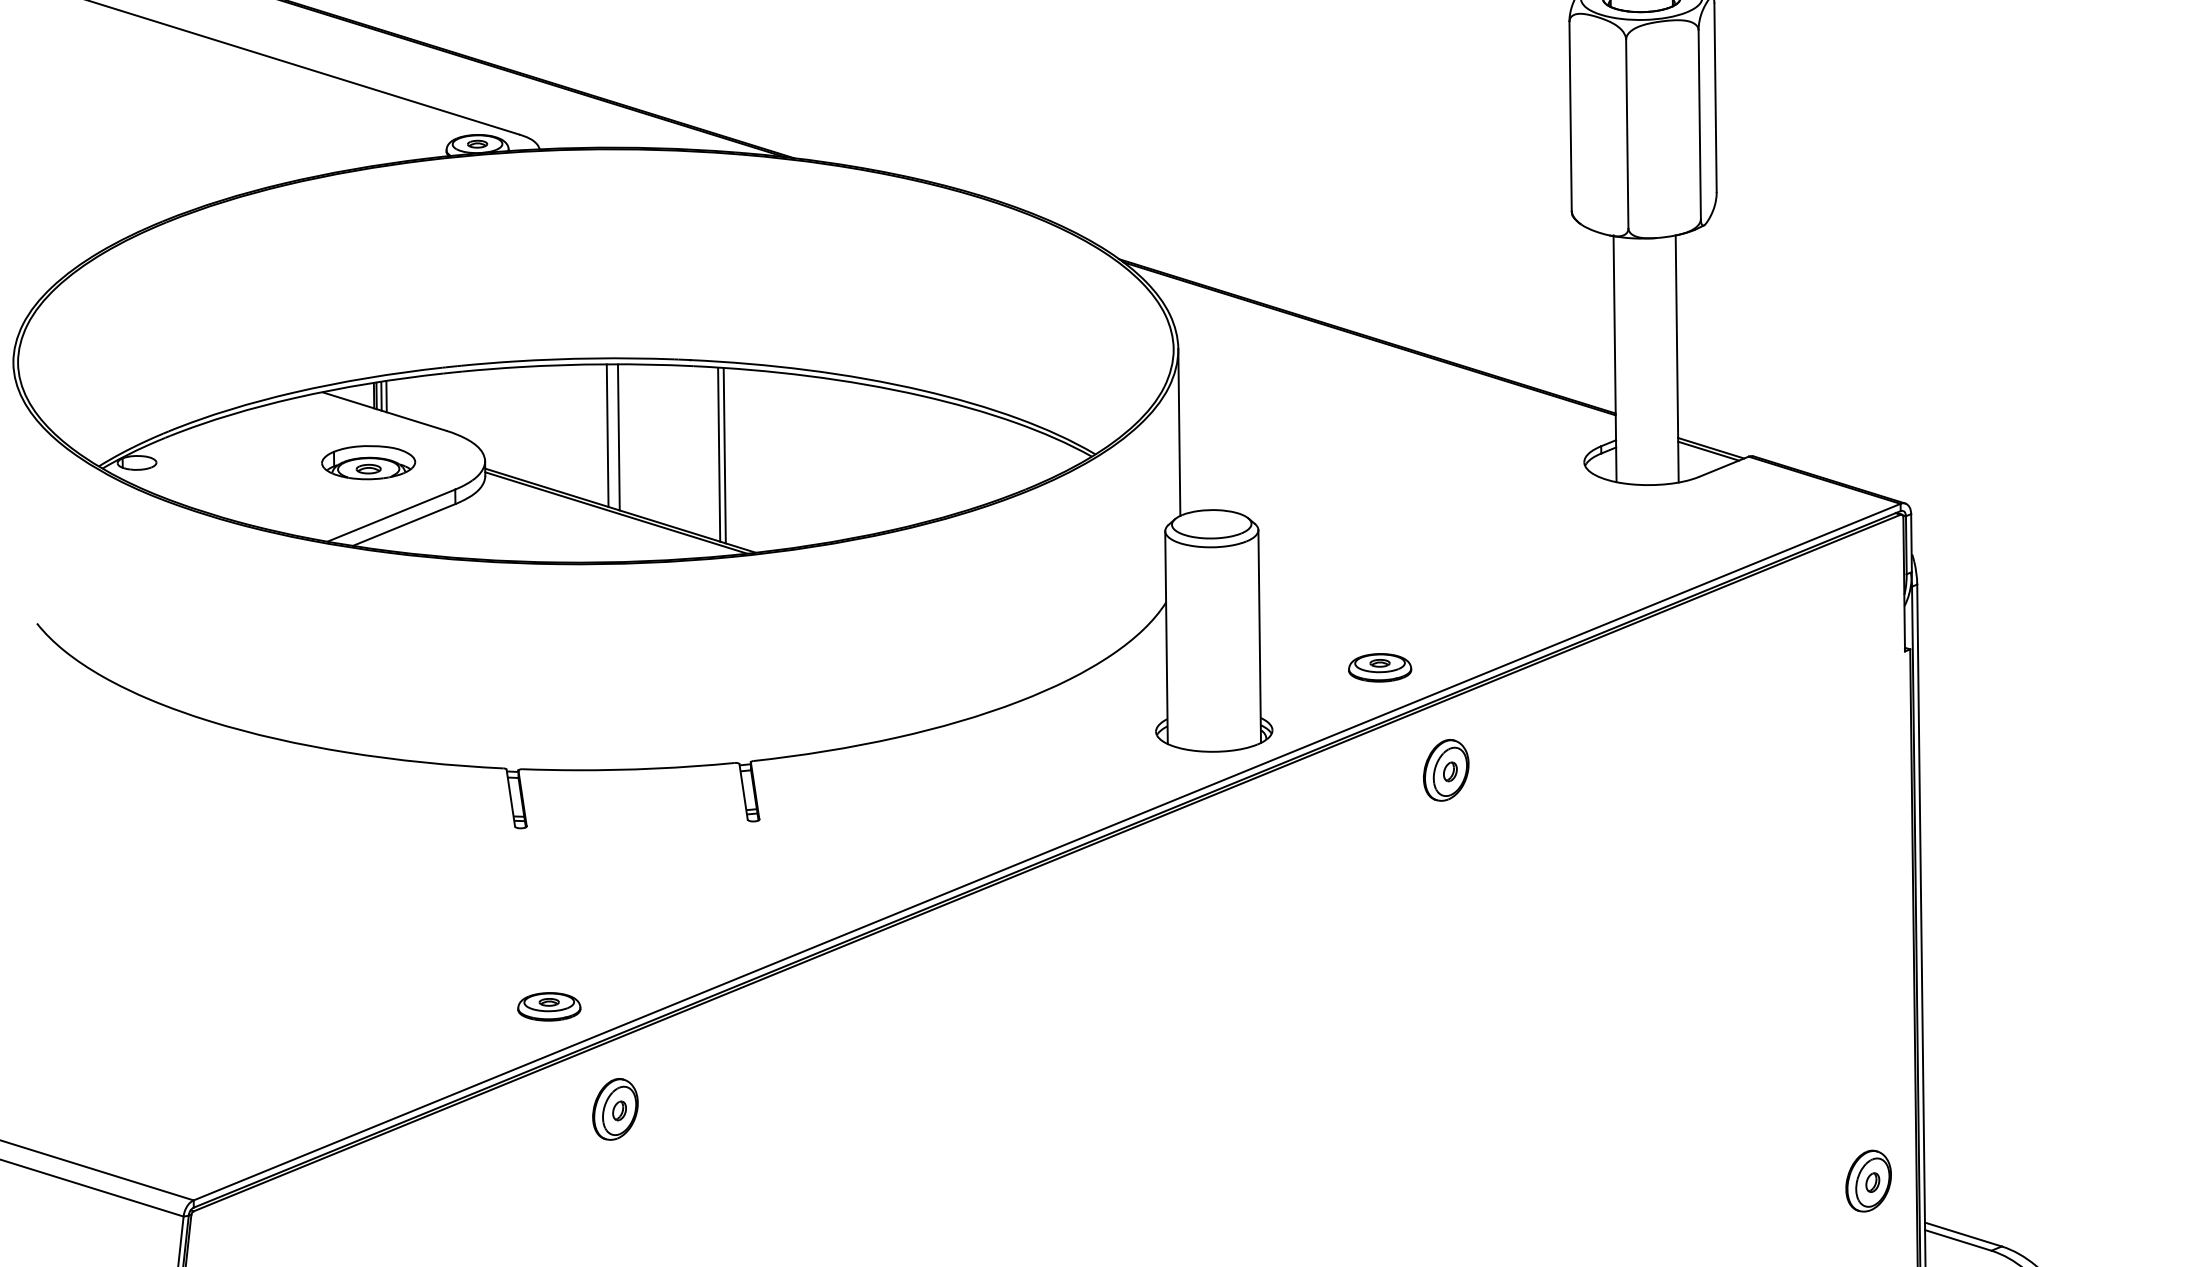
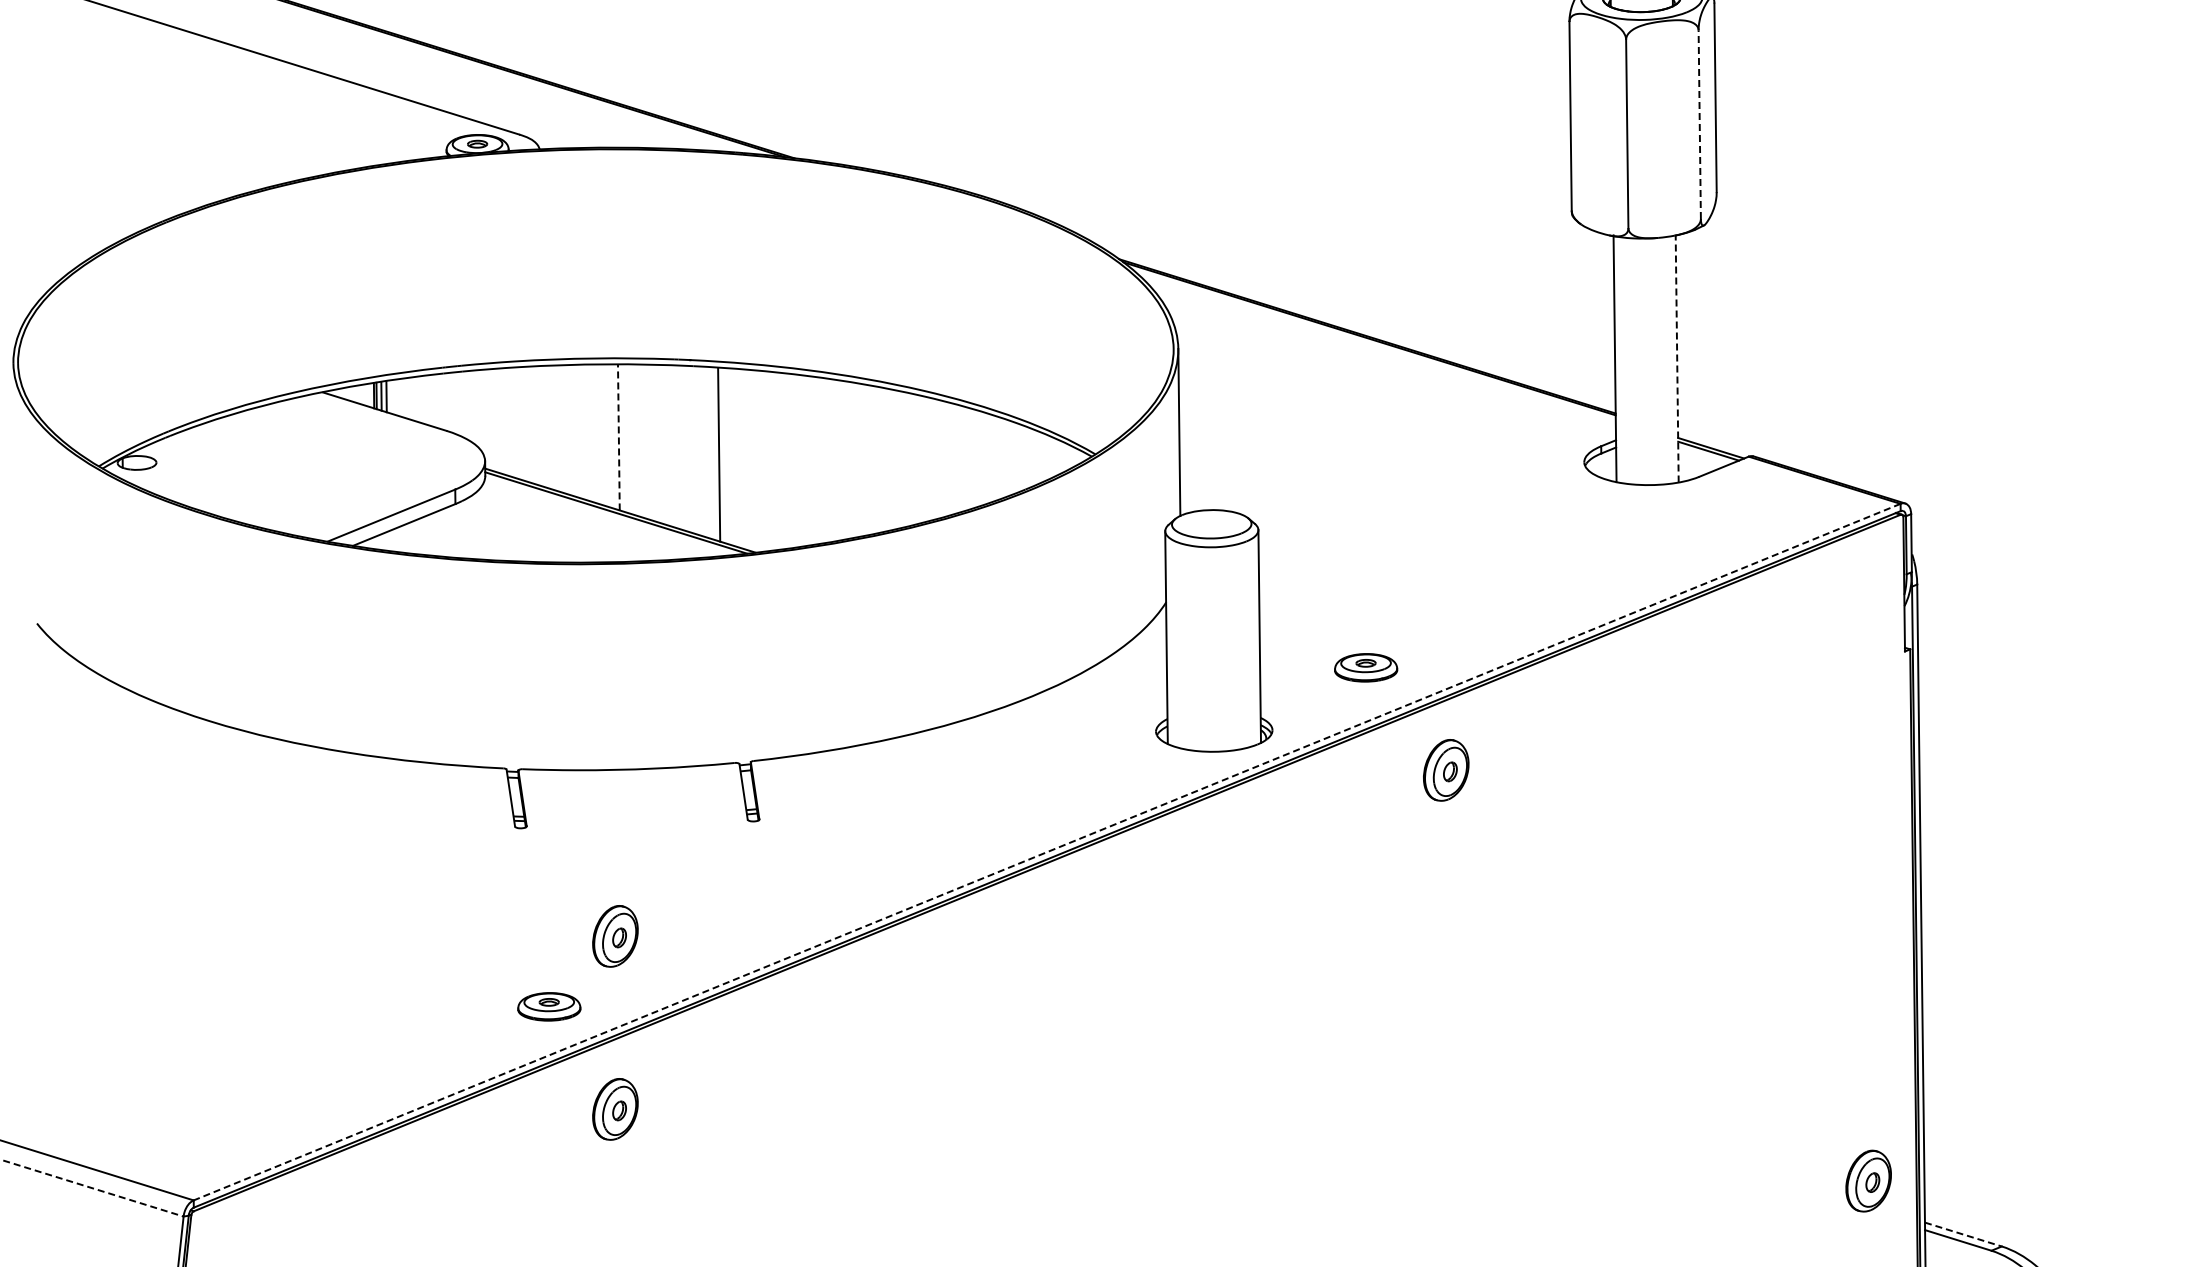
line at (1699, 124): solid -> dashed
line at (1677, 358): solid -> dashed
line at (607, 435): present -> none
line at (618, 437): solid -> dashed
line at (724, 455): present -> none
part at (368, 462): present -> none
part at (1380, 667) position: (1380, 667) -> (1366, 667)
line at (1047, 852): solid -> dashed
part at (615, 936): none -> present
line at (92, 1188): solid -> dashed
line at (1963, 1234): solid -> dashed
